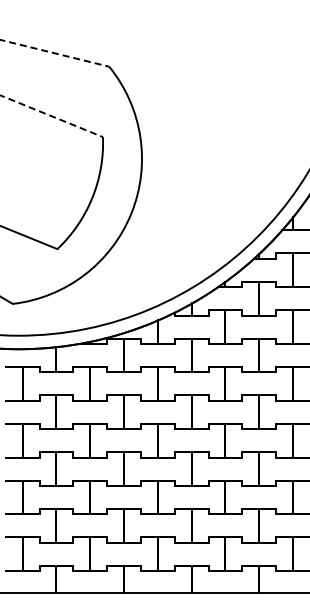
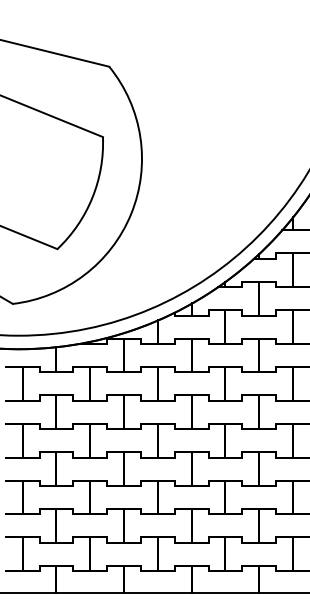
line at (55, 53): dashed -> solid
line at (52, 116): dashed -> solid
